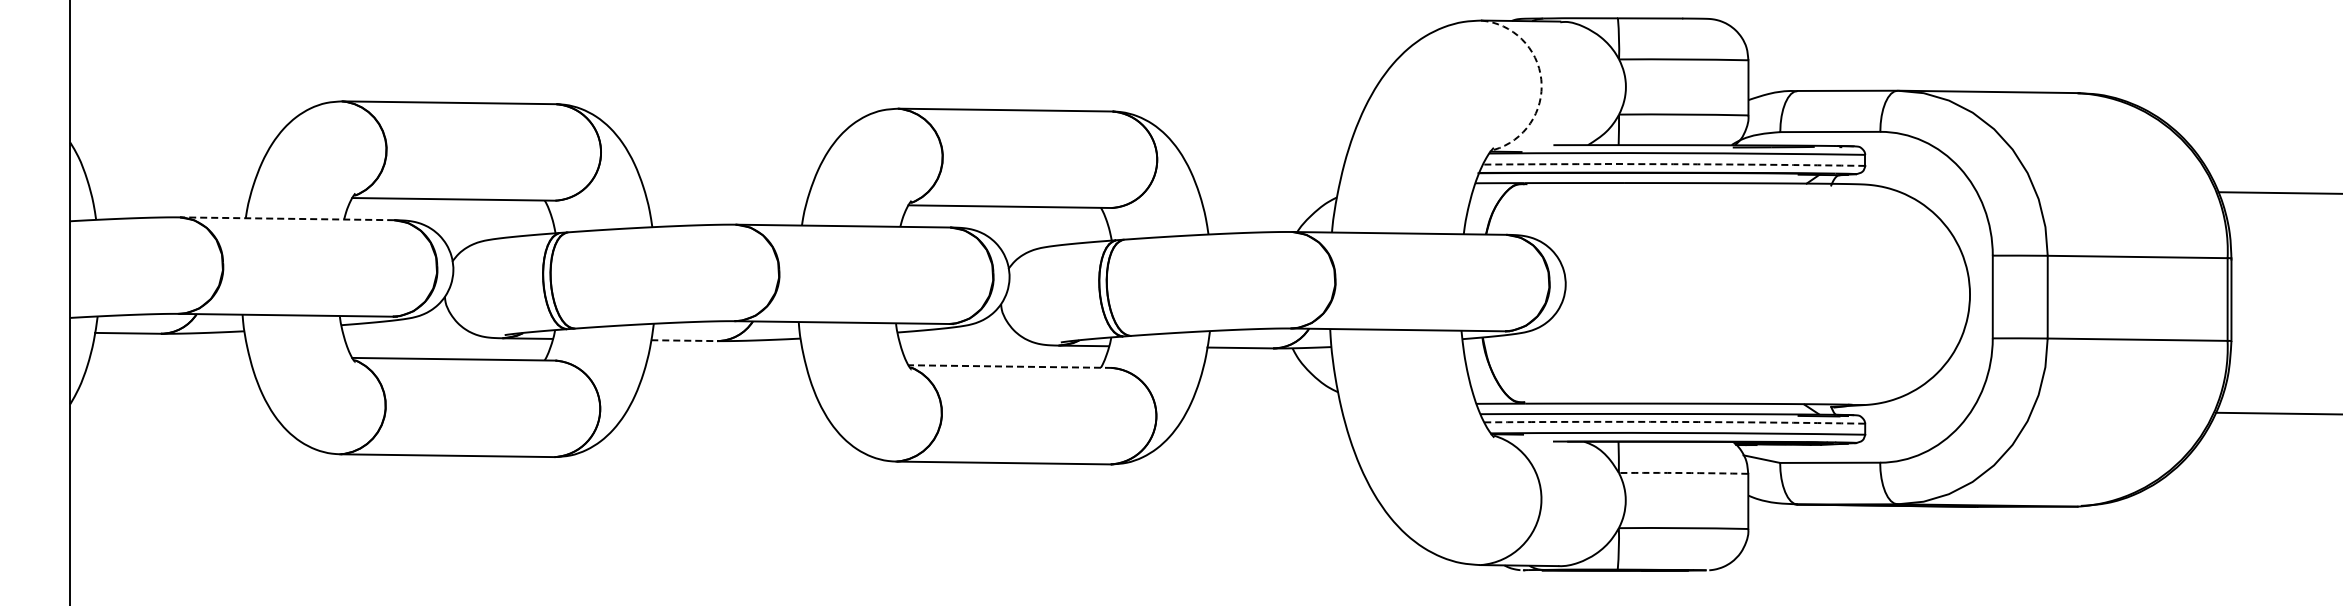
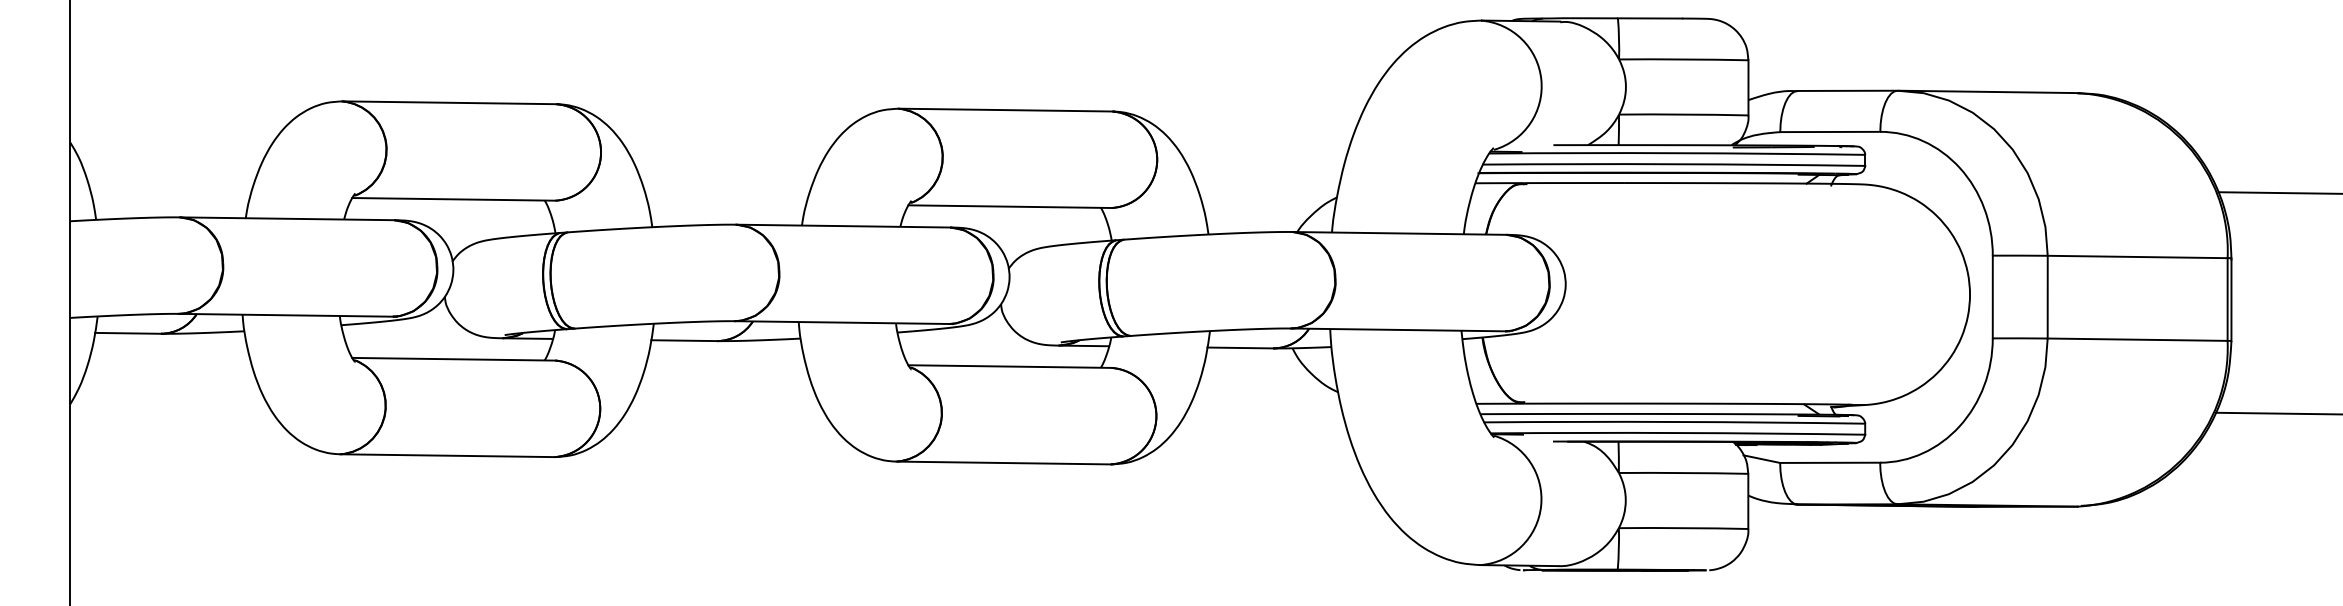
arc at (1541, 79): dashed -> solid
arc at (1673, 164): dashed -> solid
line at (286, 218): dashed -> solid
line at (684, 340): dashed -> solid
line at (1010, 366): dashed -> solid
arc at (1674, 421): dashed -> solid
arc at (1683, 473): dashed -> solid
